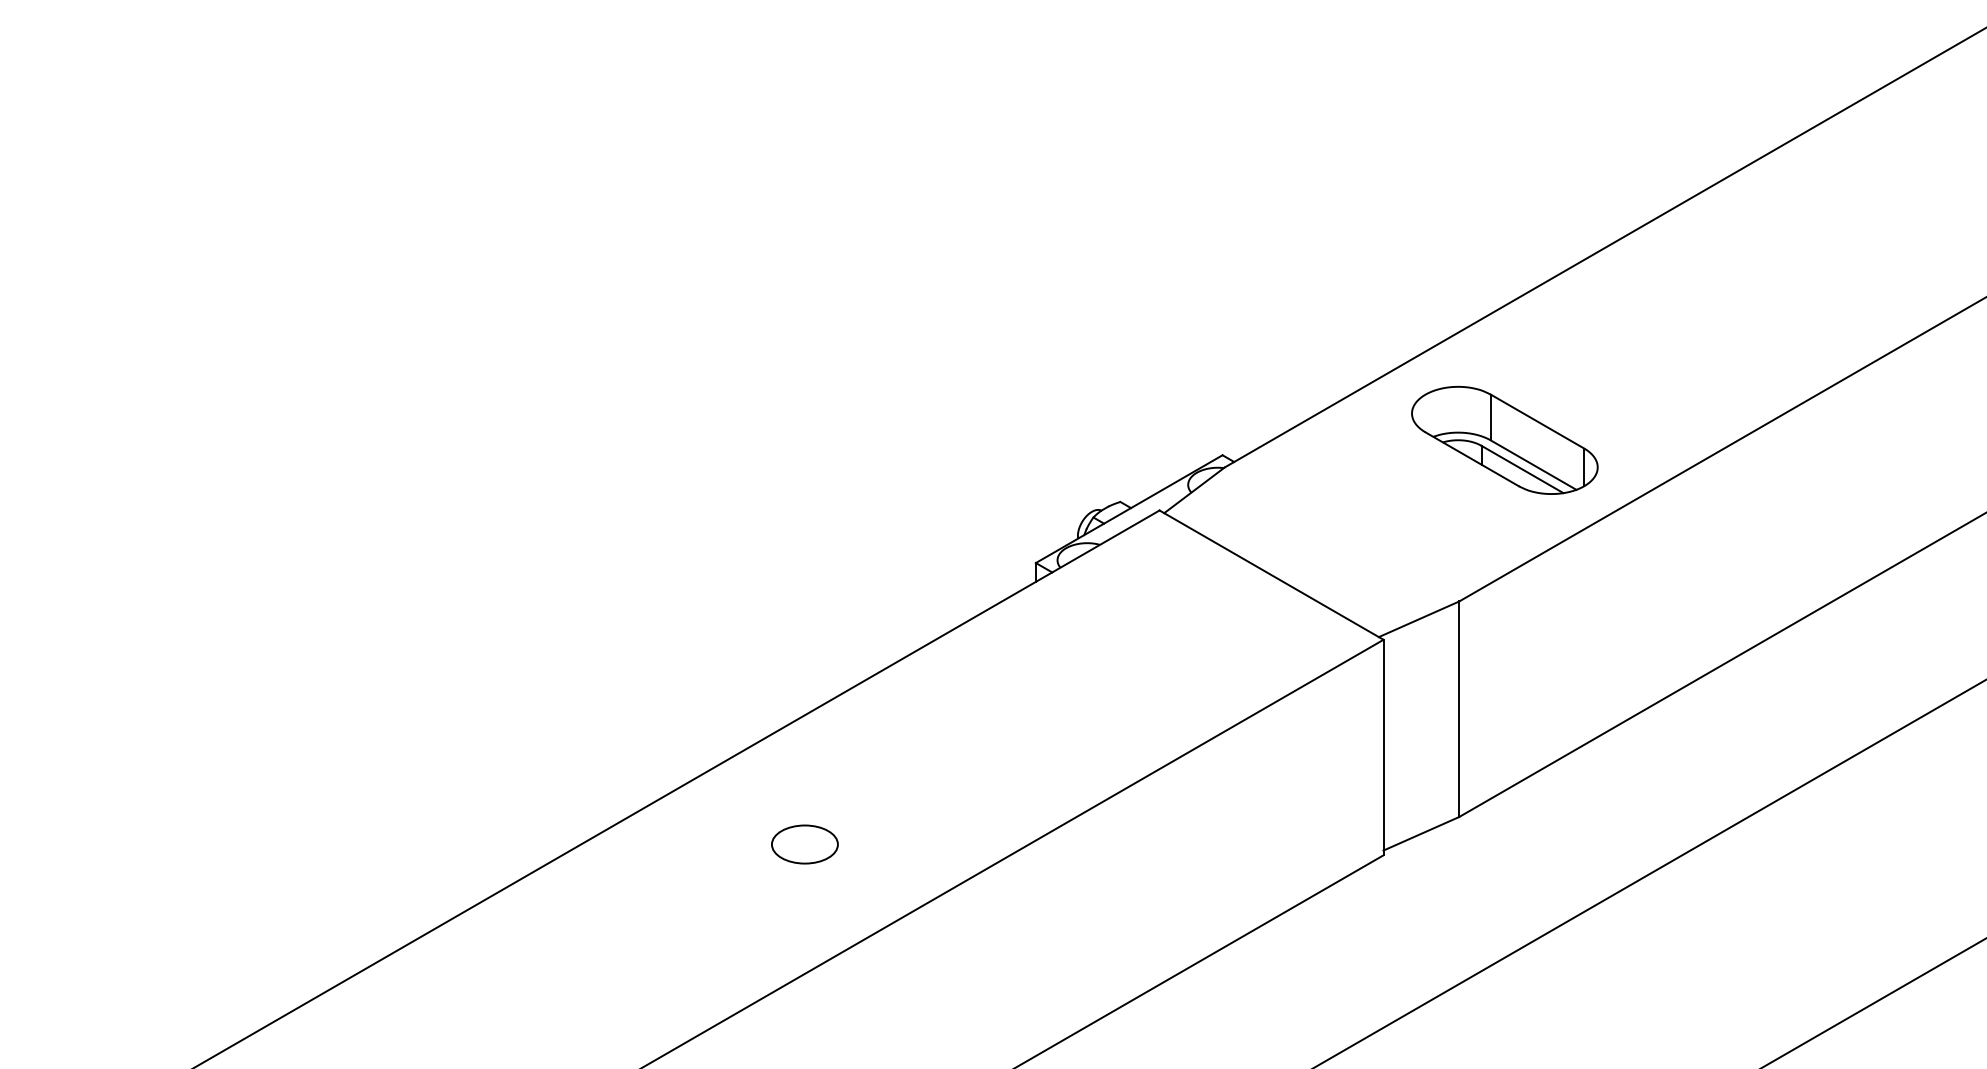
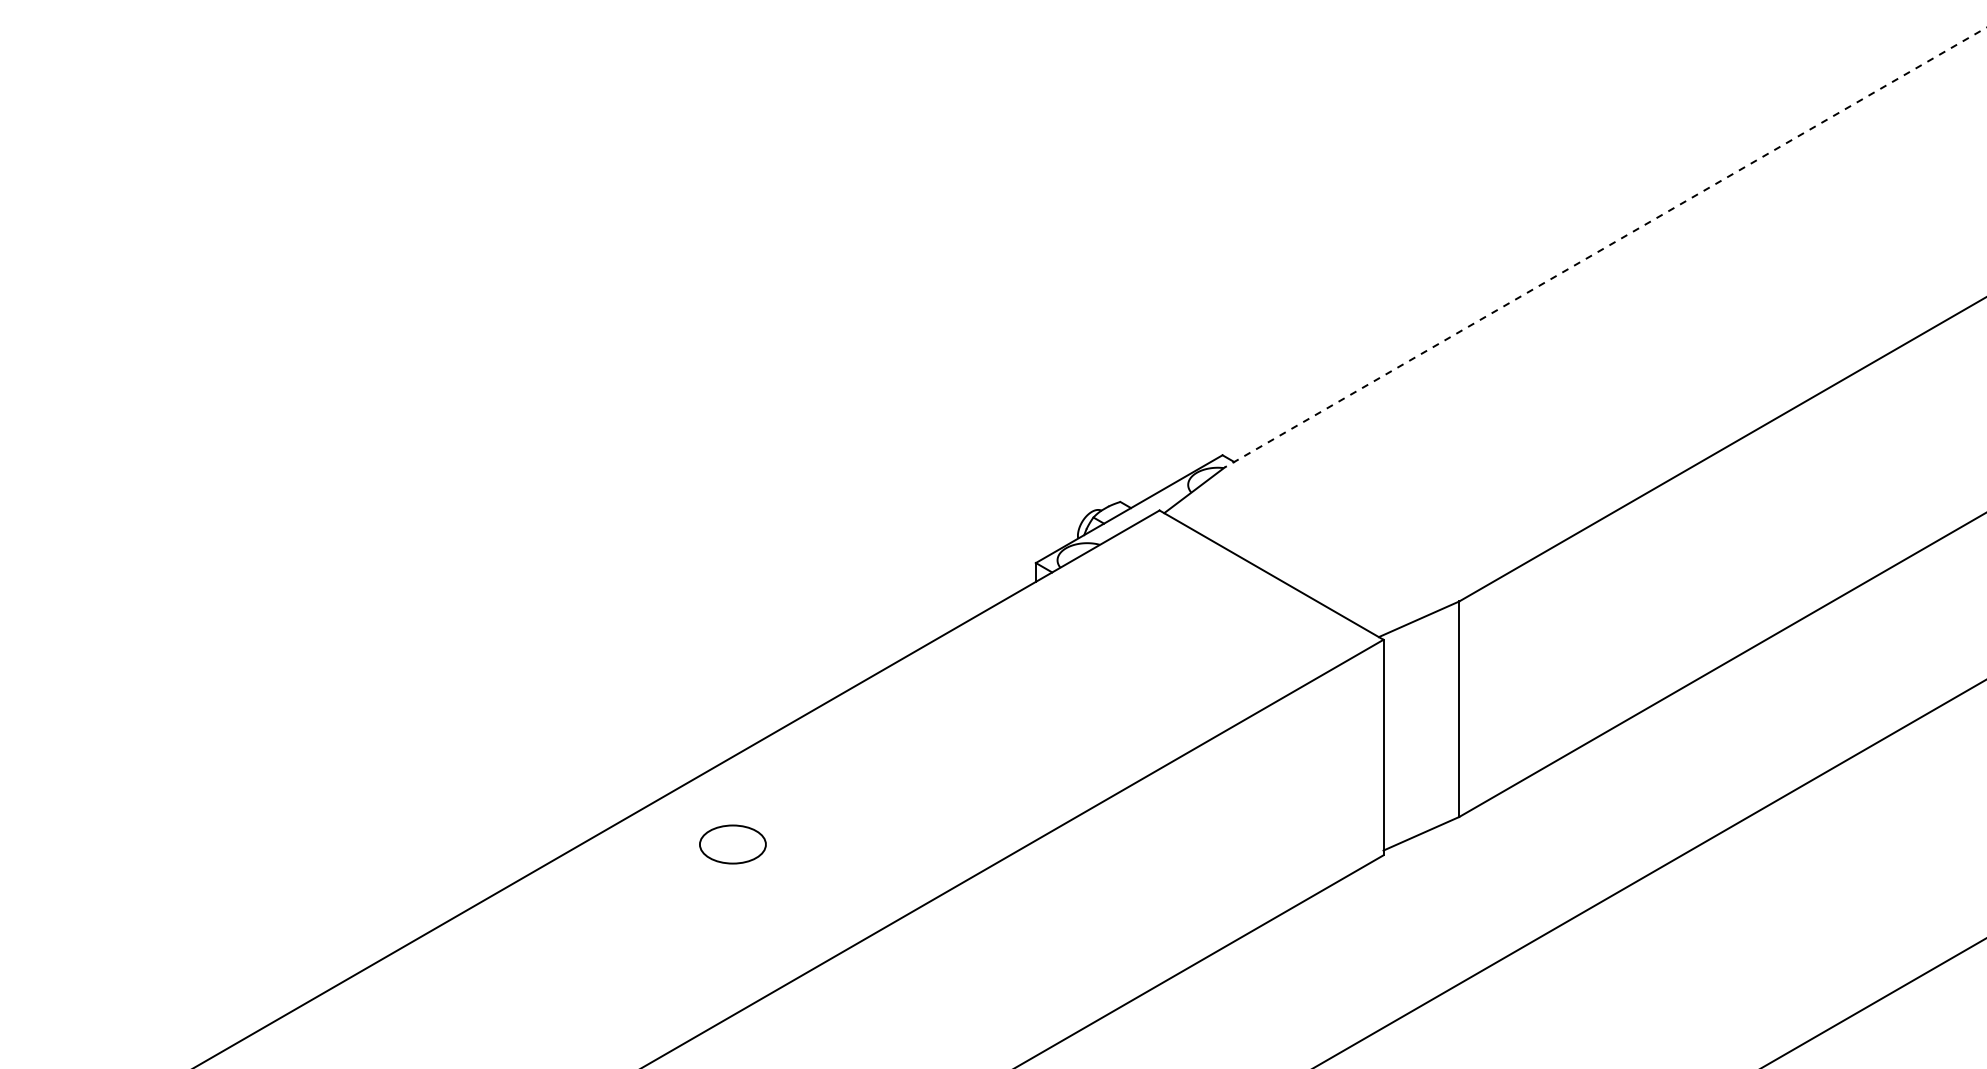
line at (1605, 247): solid -> dashed
part at (1504, 439): present -> none
part at (804, 844) position: (804, 844) -> (732, 844)
